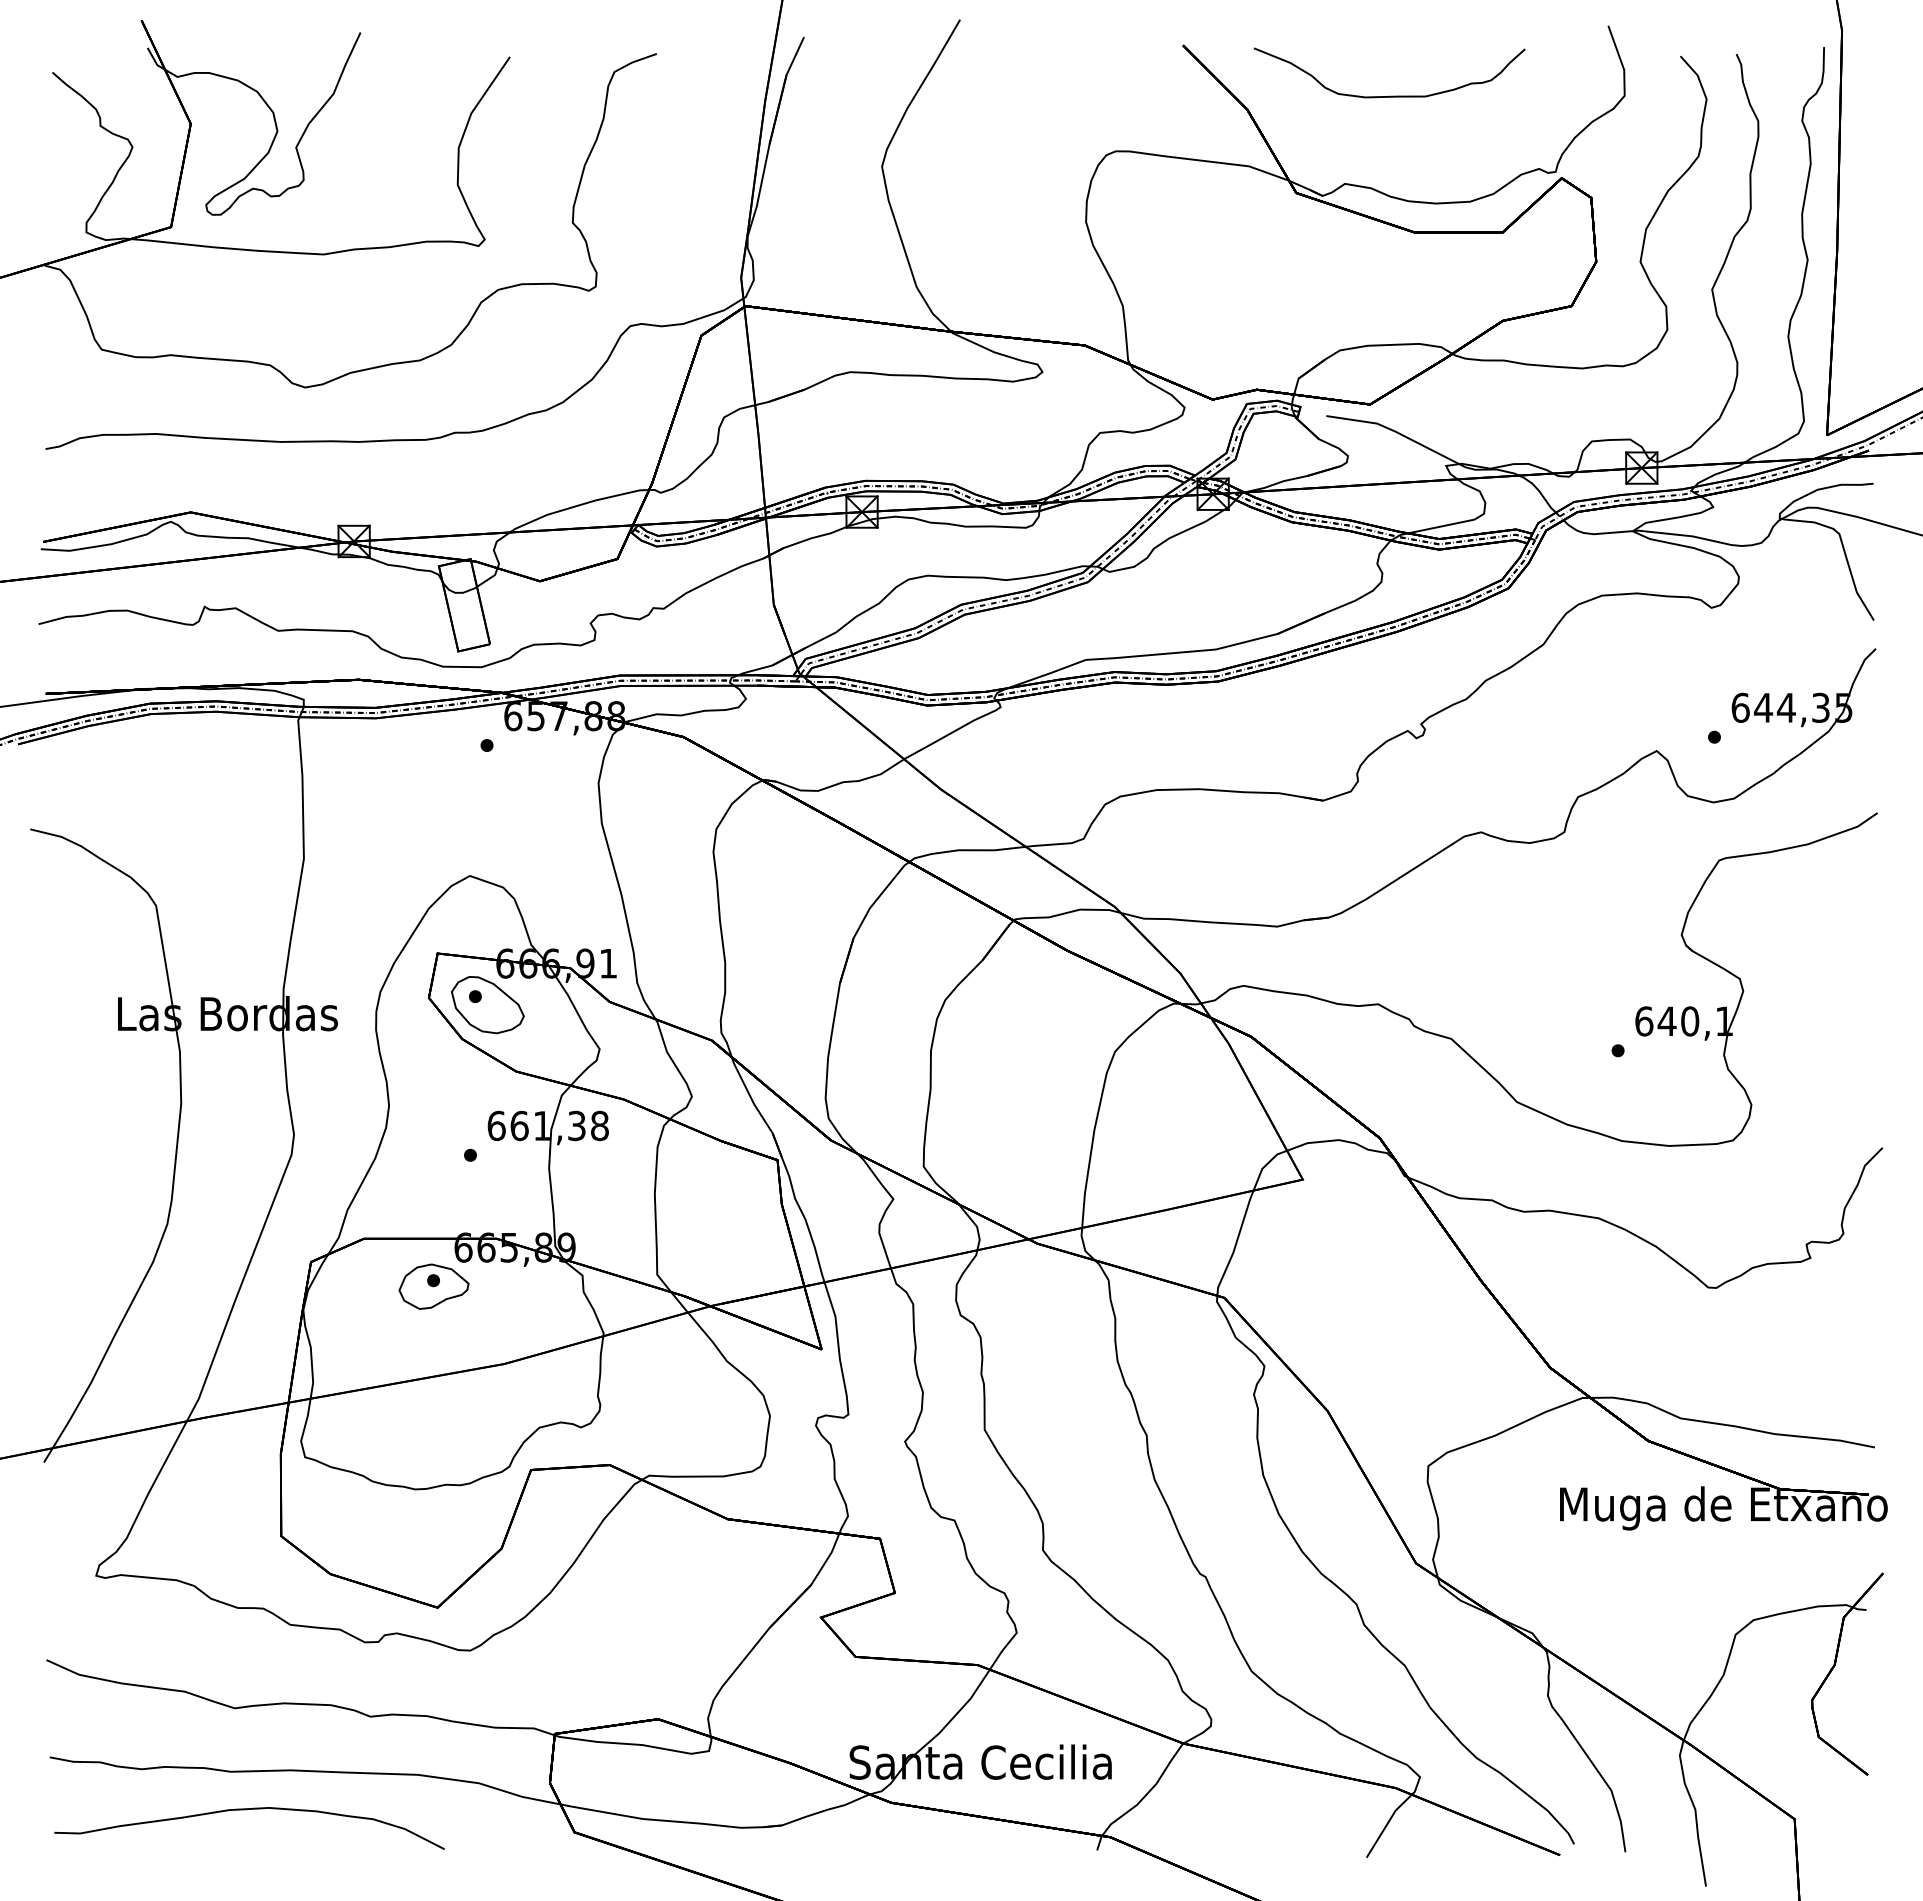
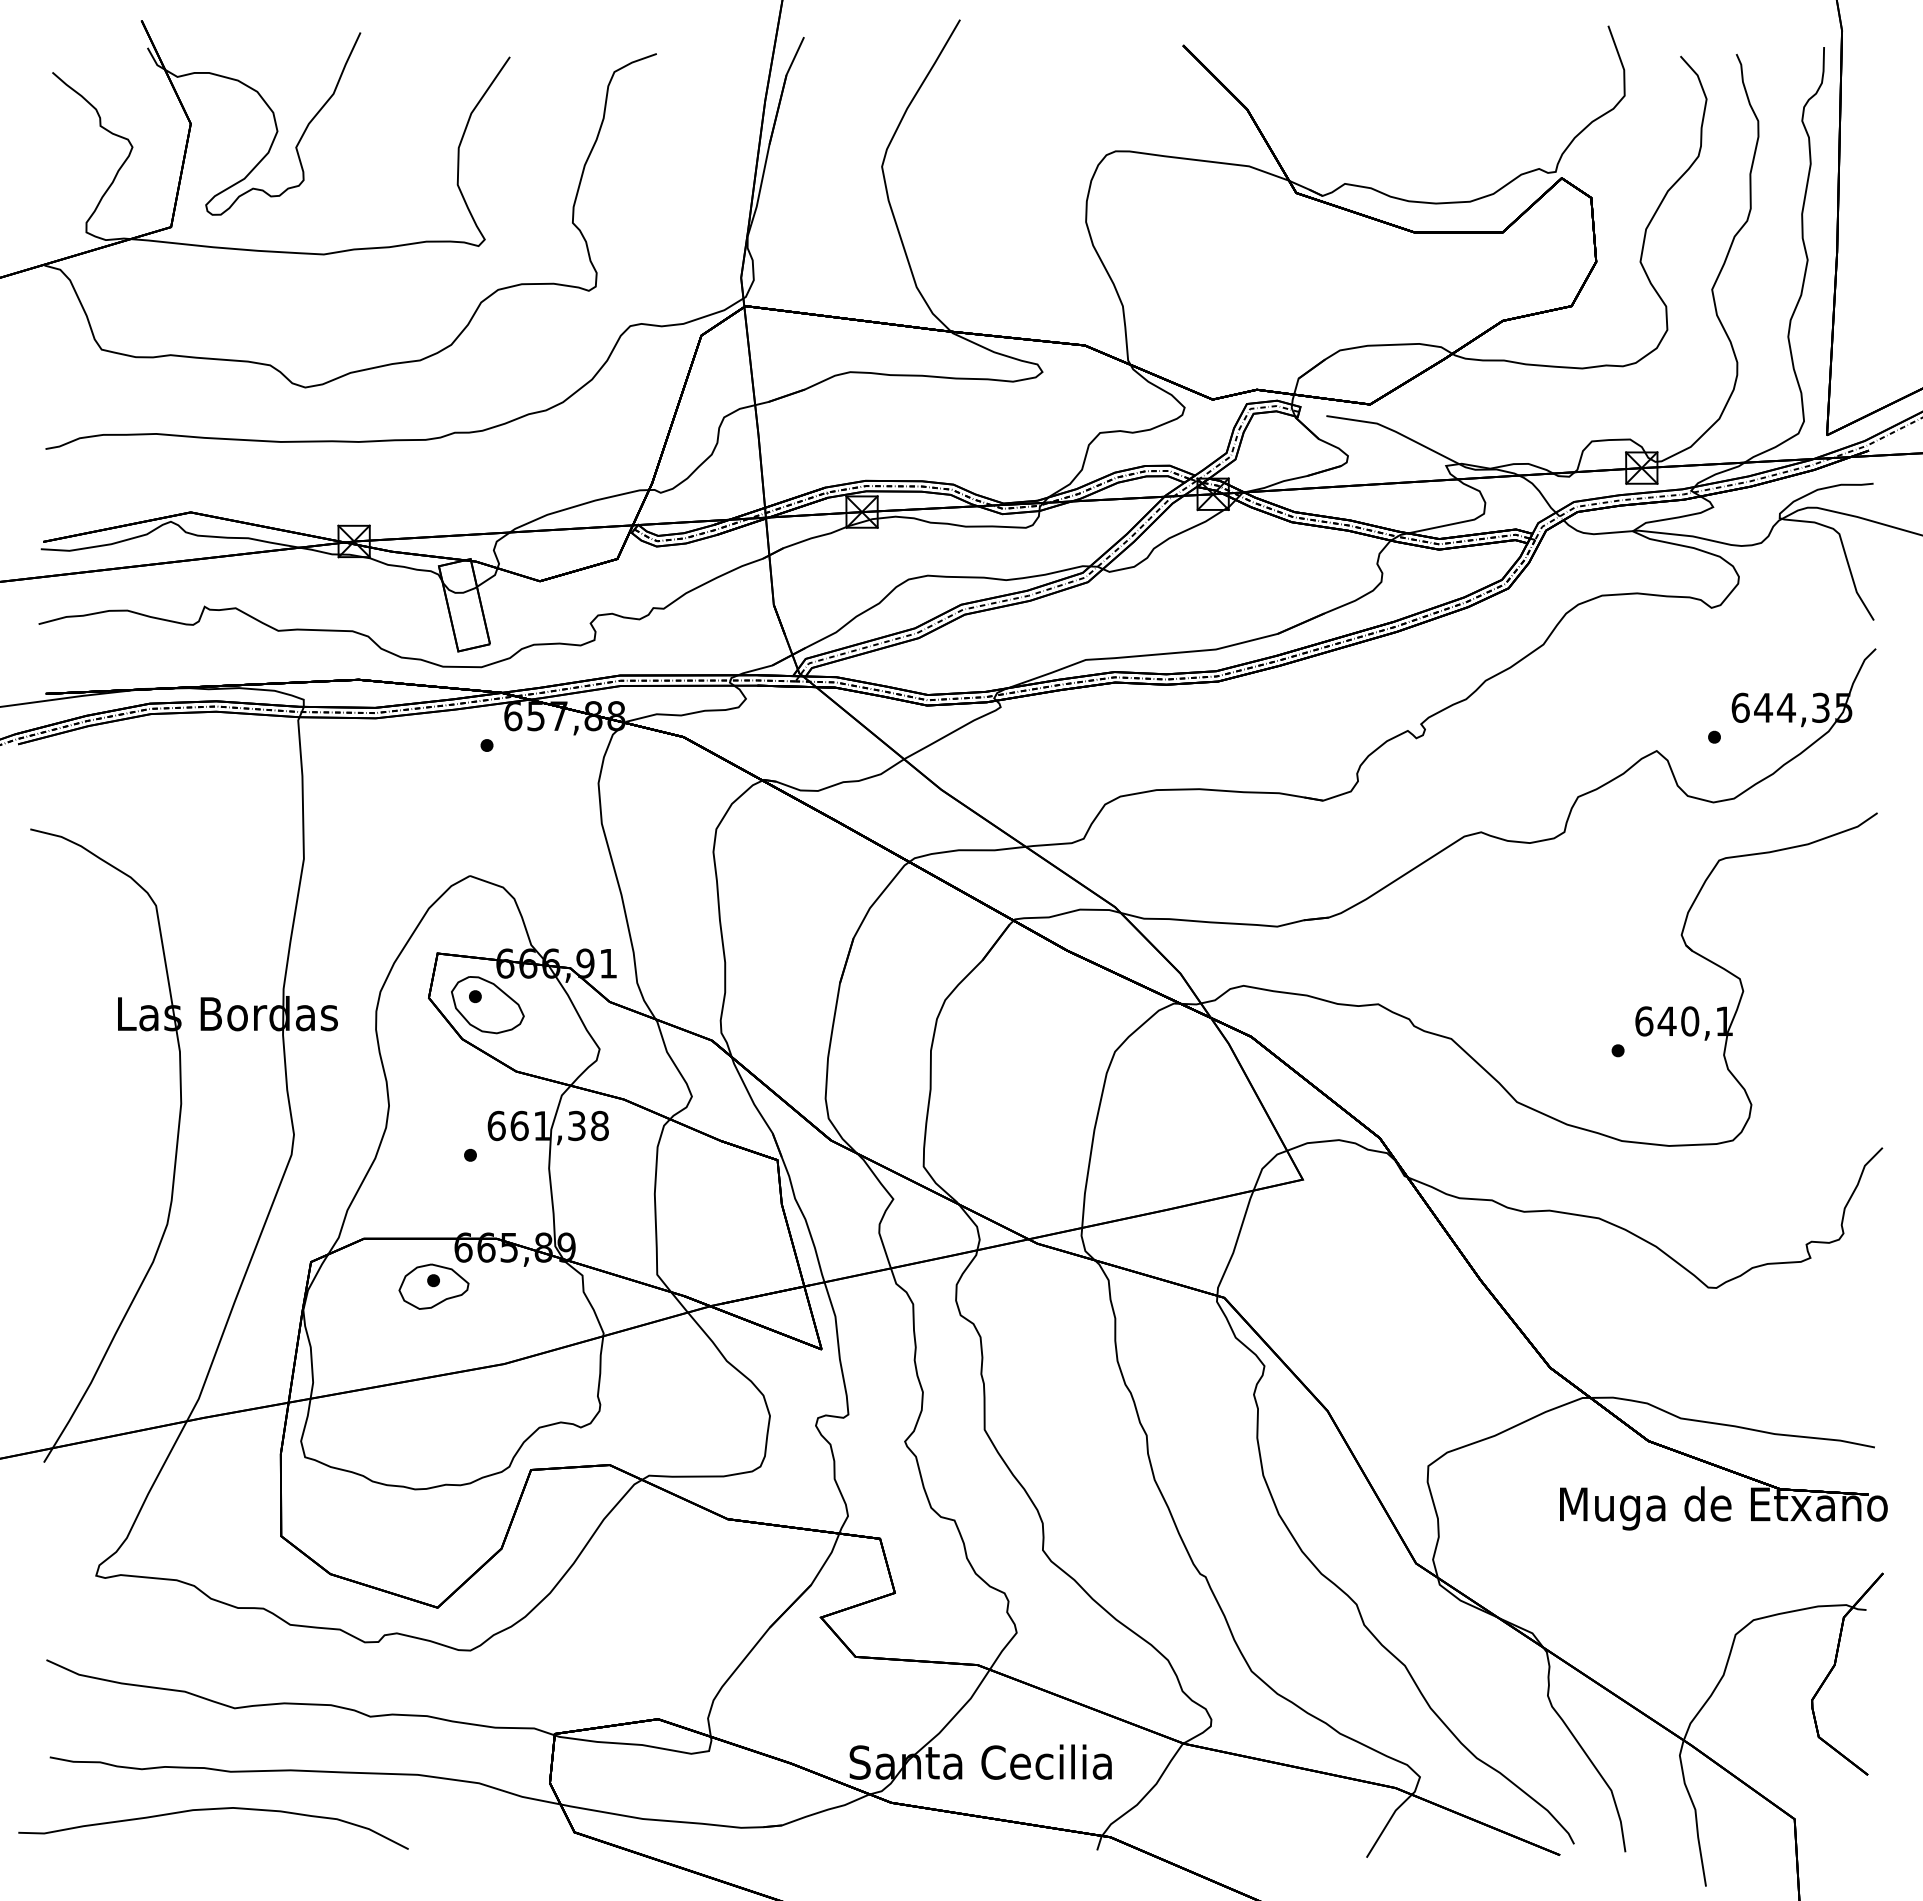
curve at (1389, 95): present -> none
curve at (246, 1810) position: (246, 1810) -> (210, 1810)
